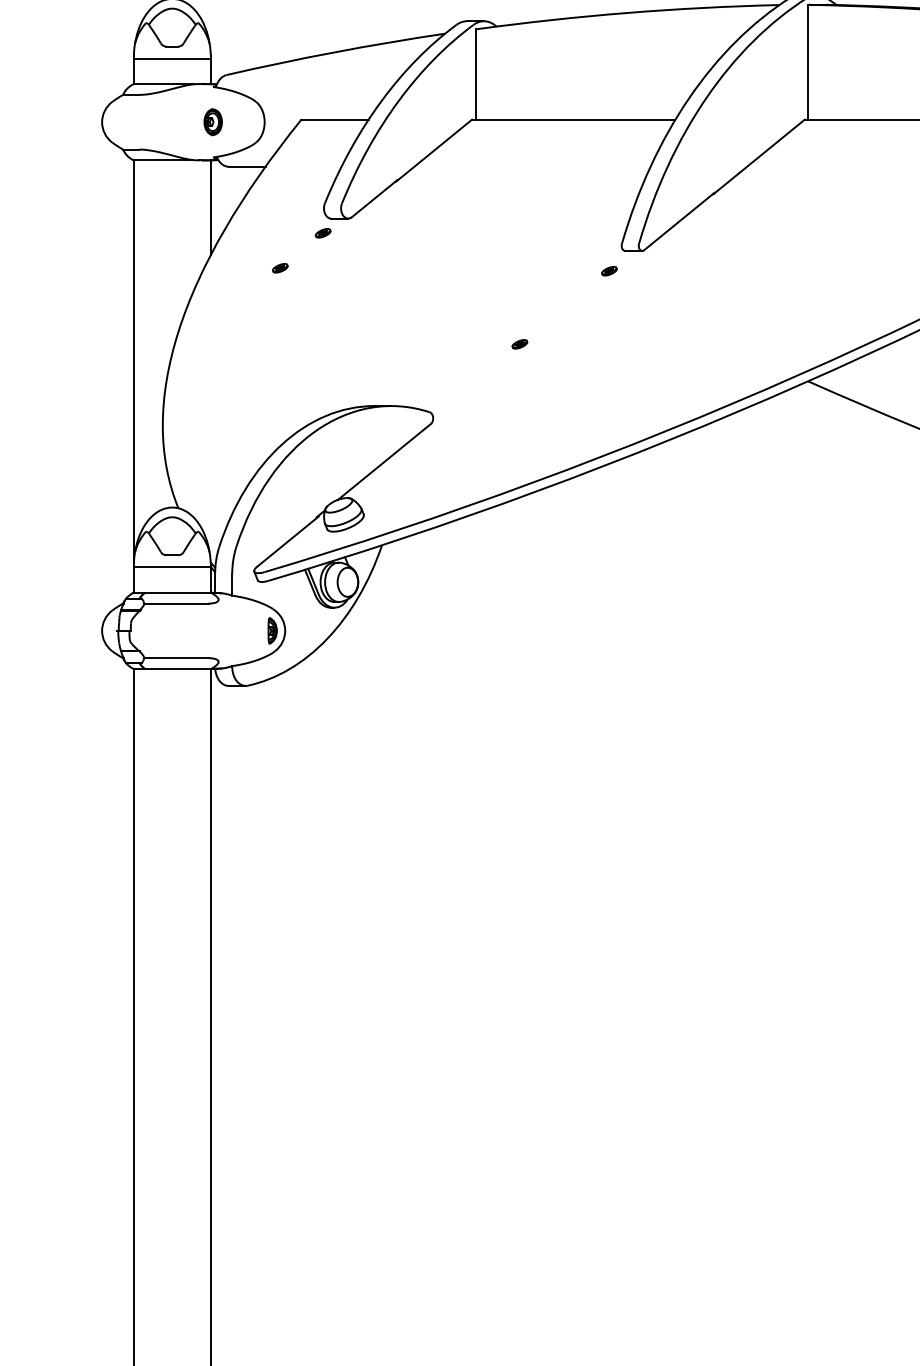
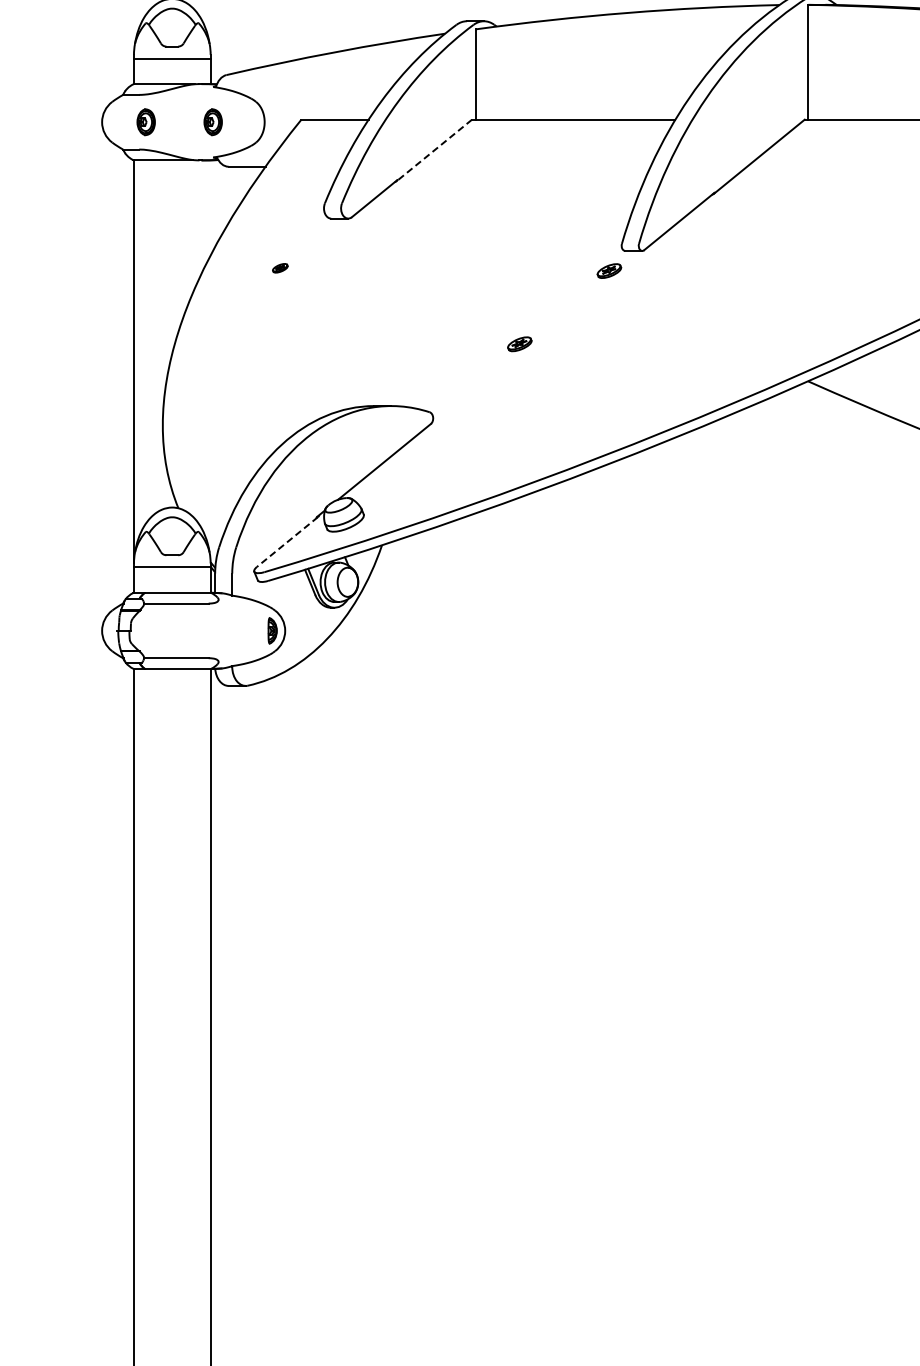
part at (145, 122): none -> present
line at (434, 150): solid -> dashed
line at (210, 207): present -> none
part at (322, 233): present -> none
part at (609, 271) size: 17x11 px -> 27x16 px
part at (519, 344) size: 18x11 px -> 26x17 px
line at (287, 542): solid -> dashed
